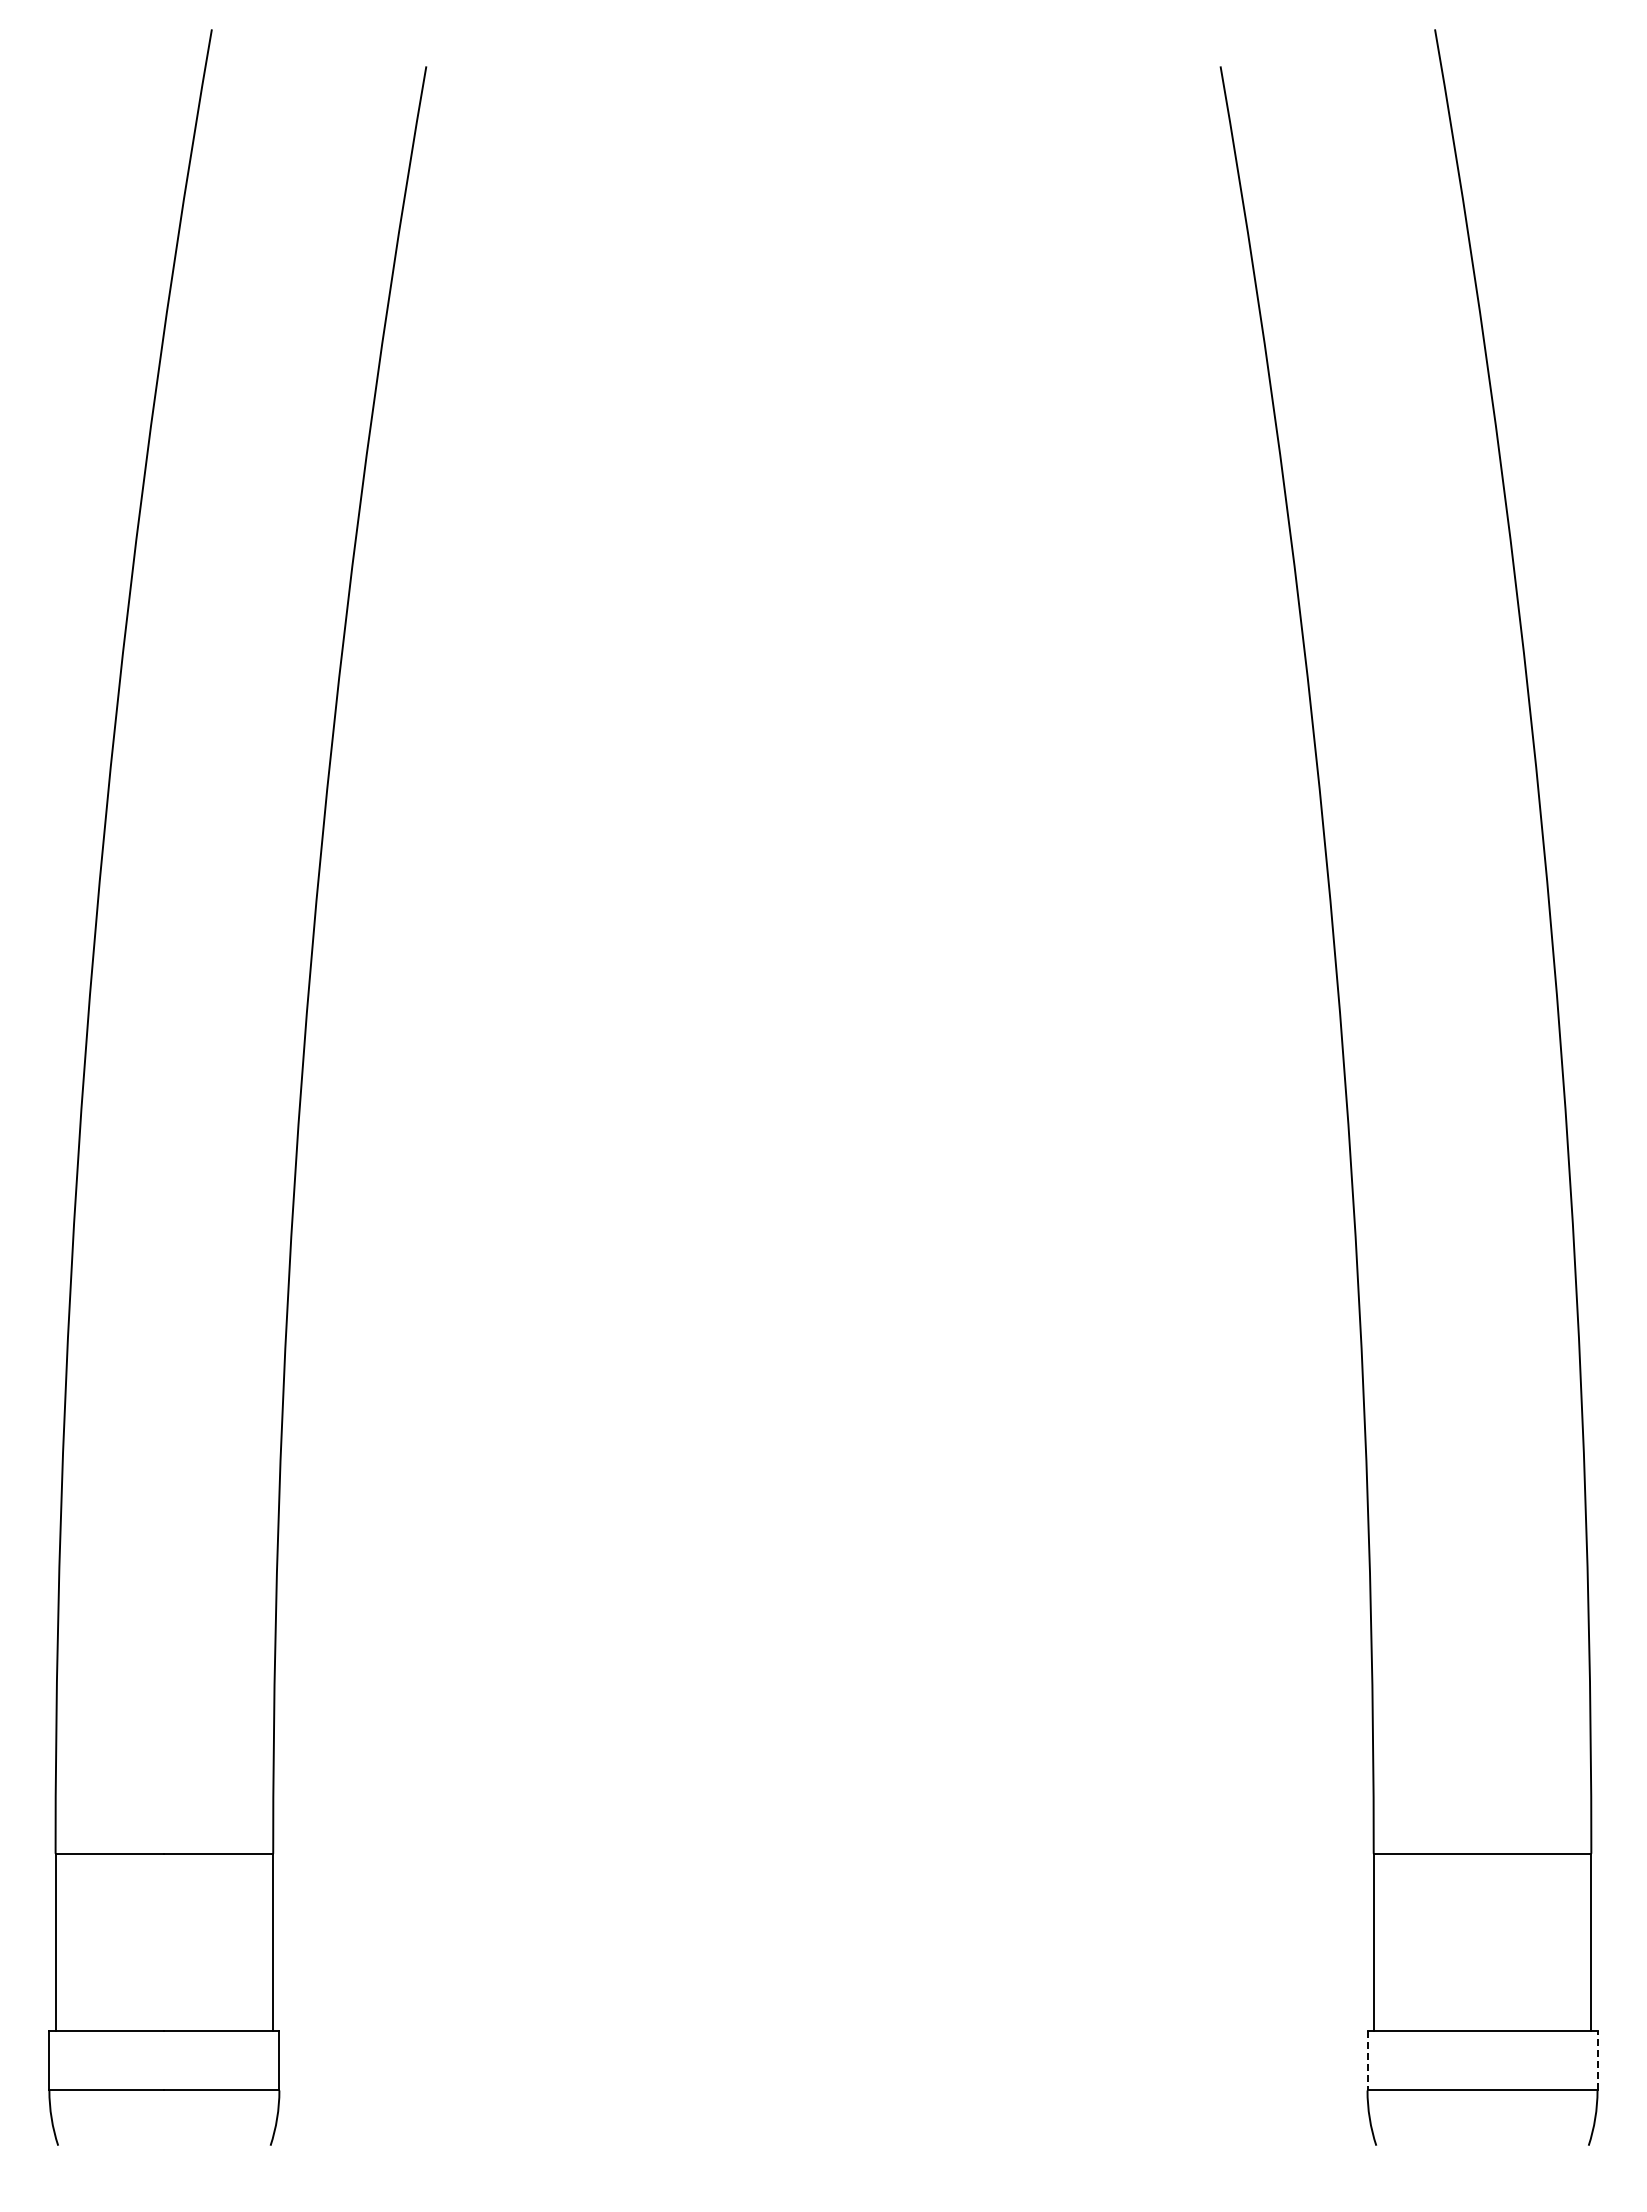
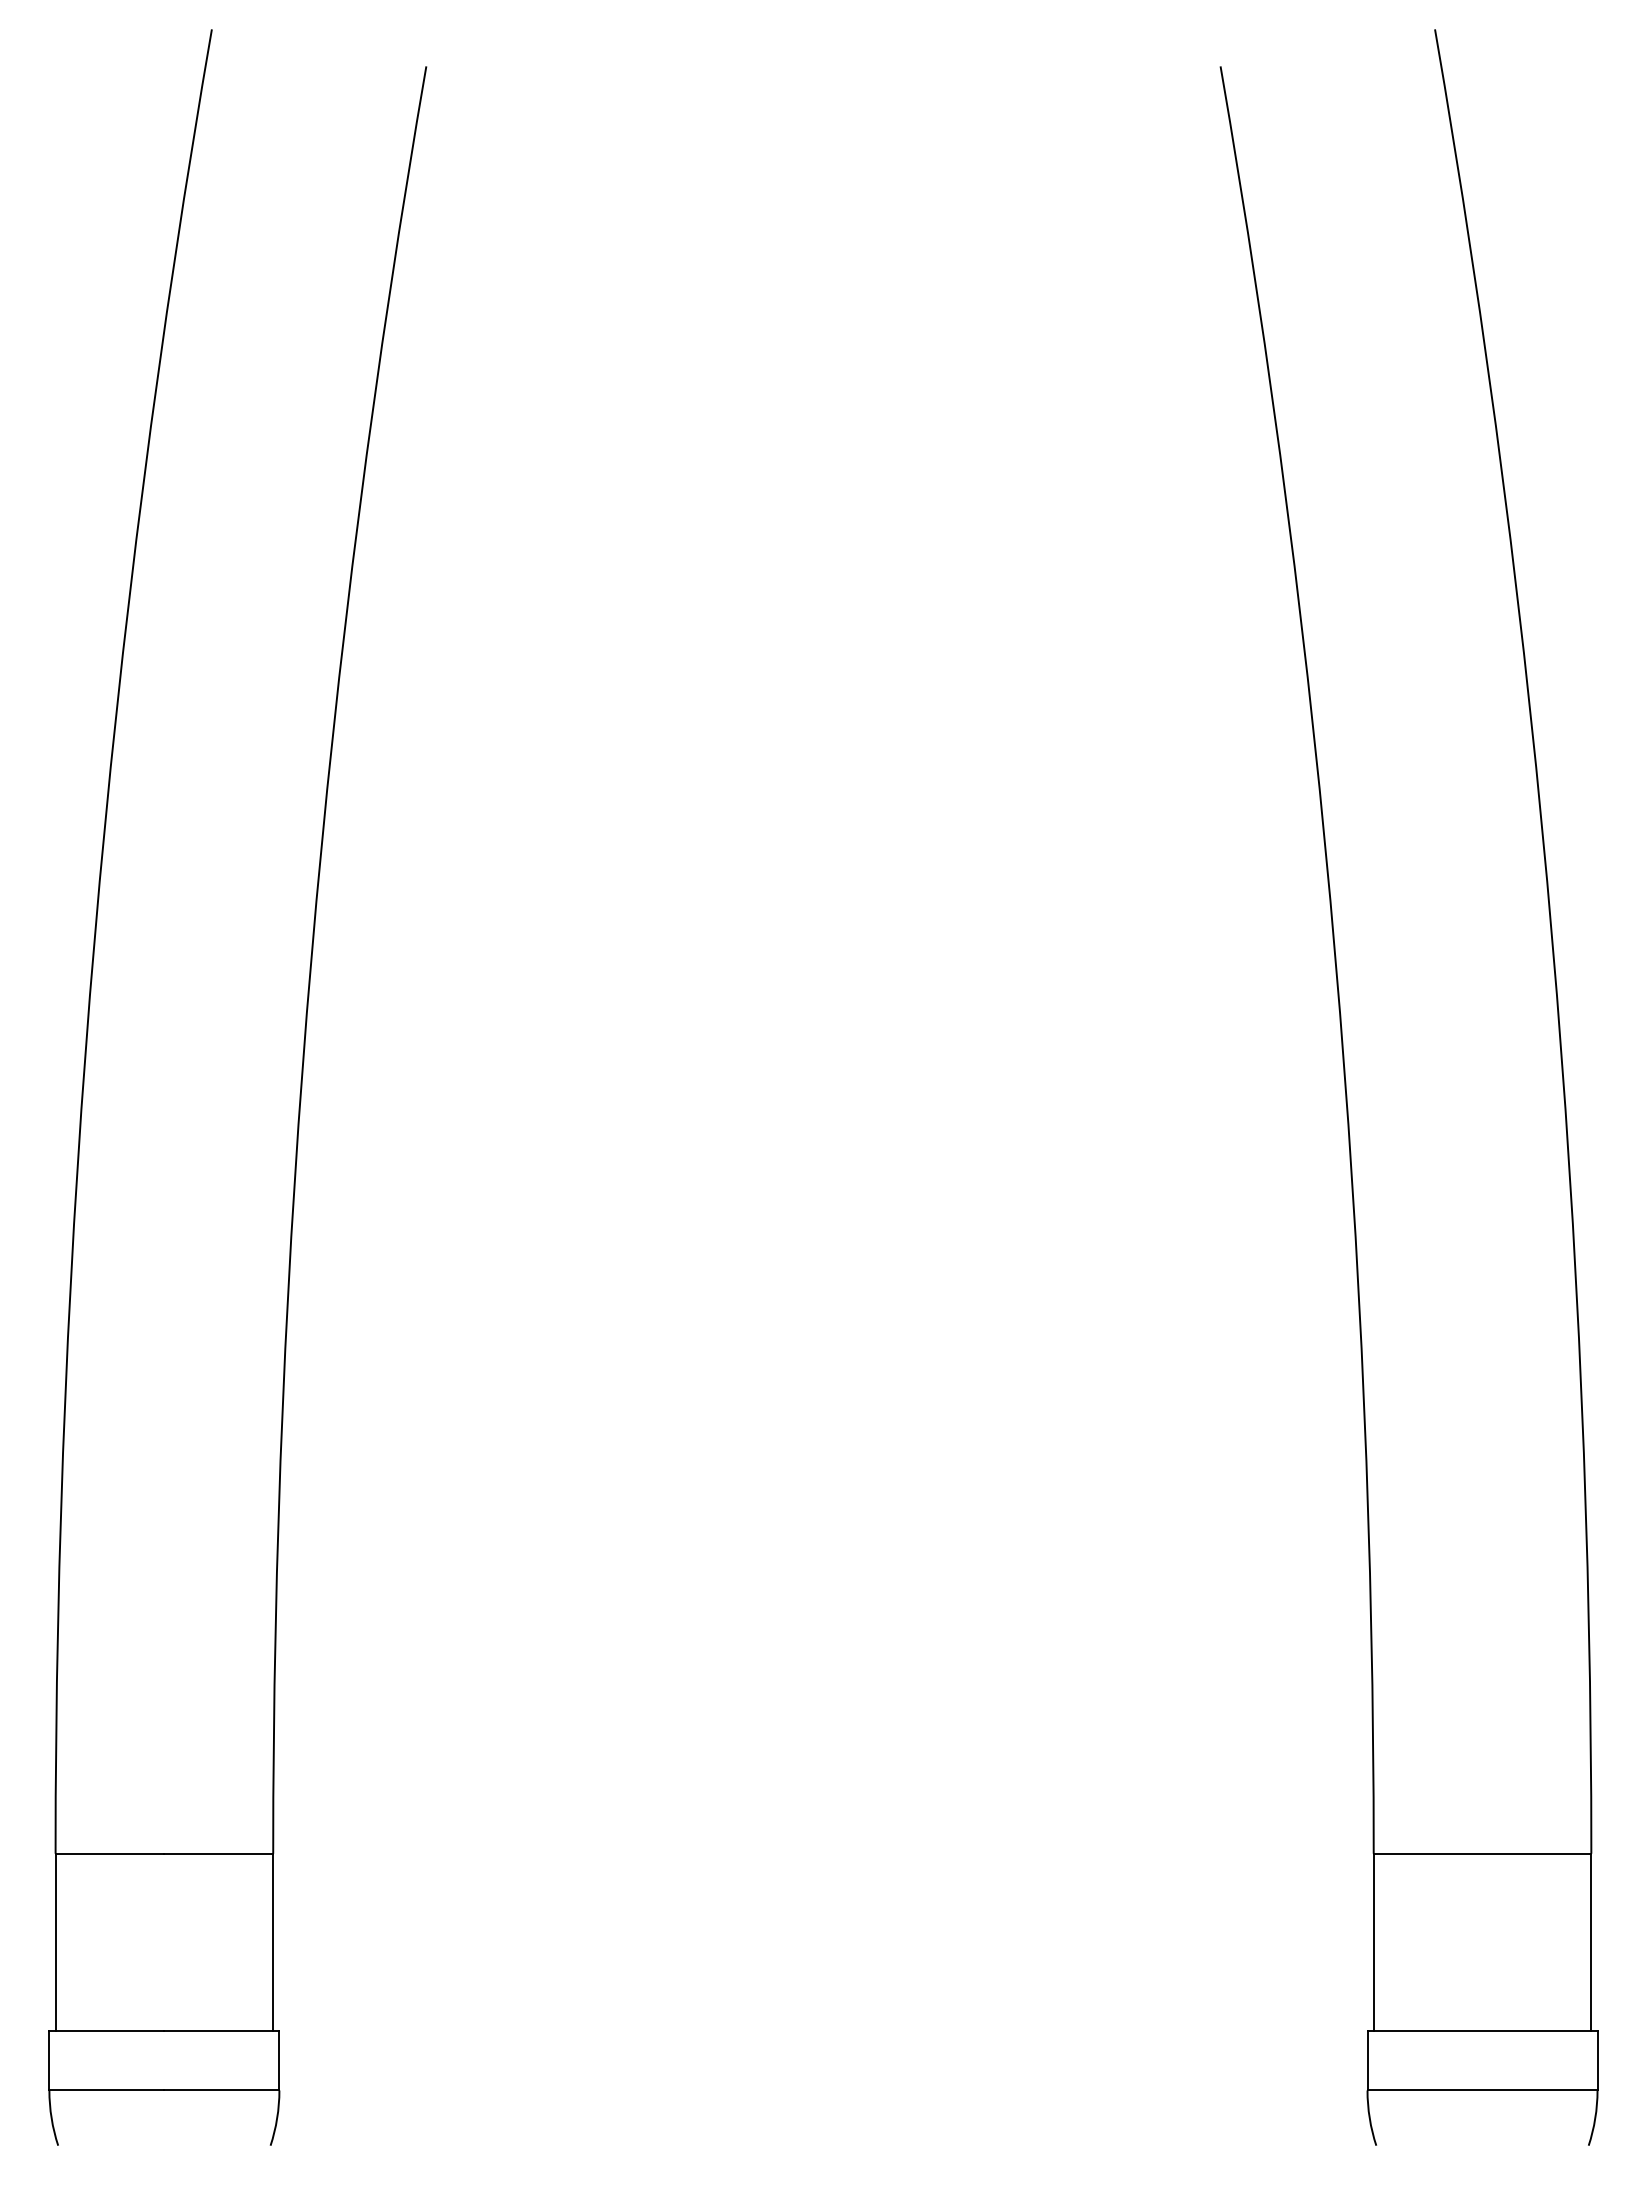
line at (1367, 2060): dashed -> solid
line at (1597, 2060): dashed -> solid
